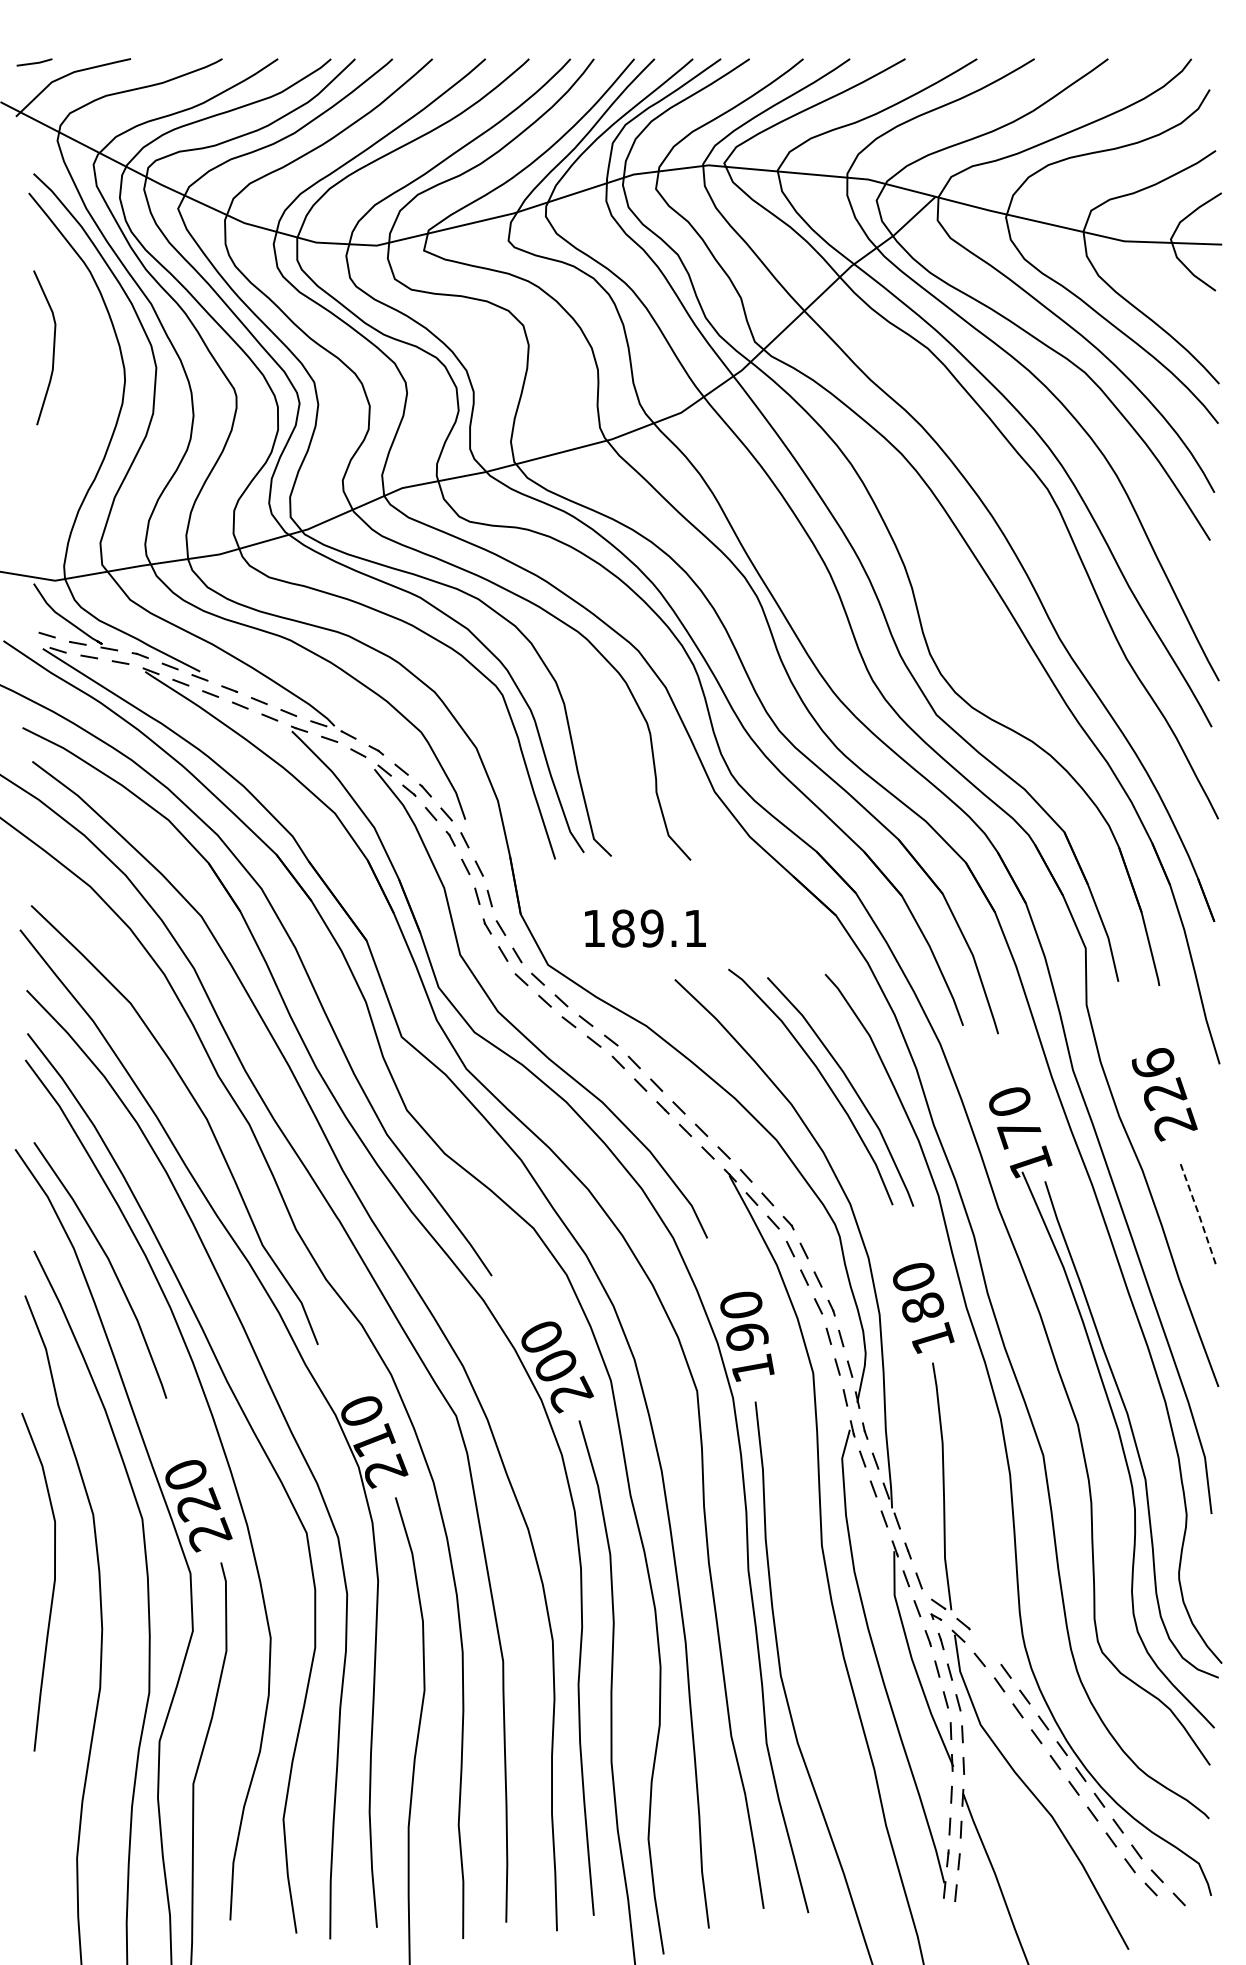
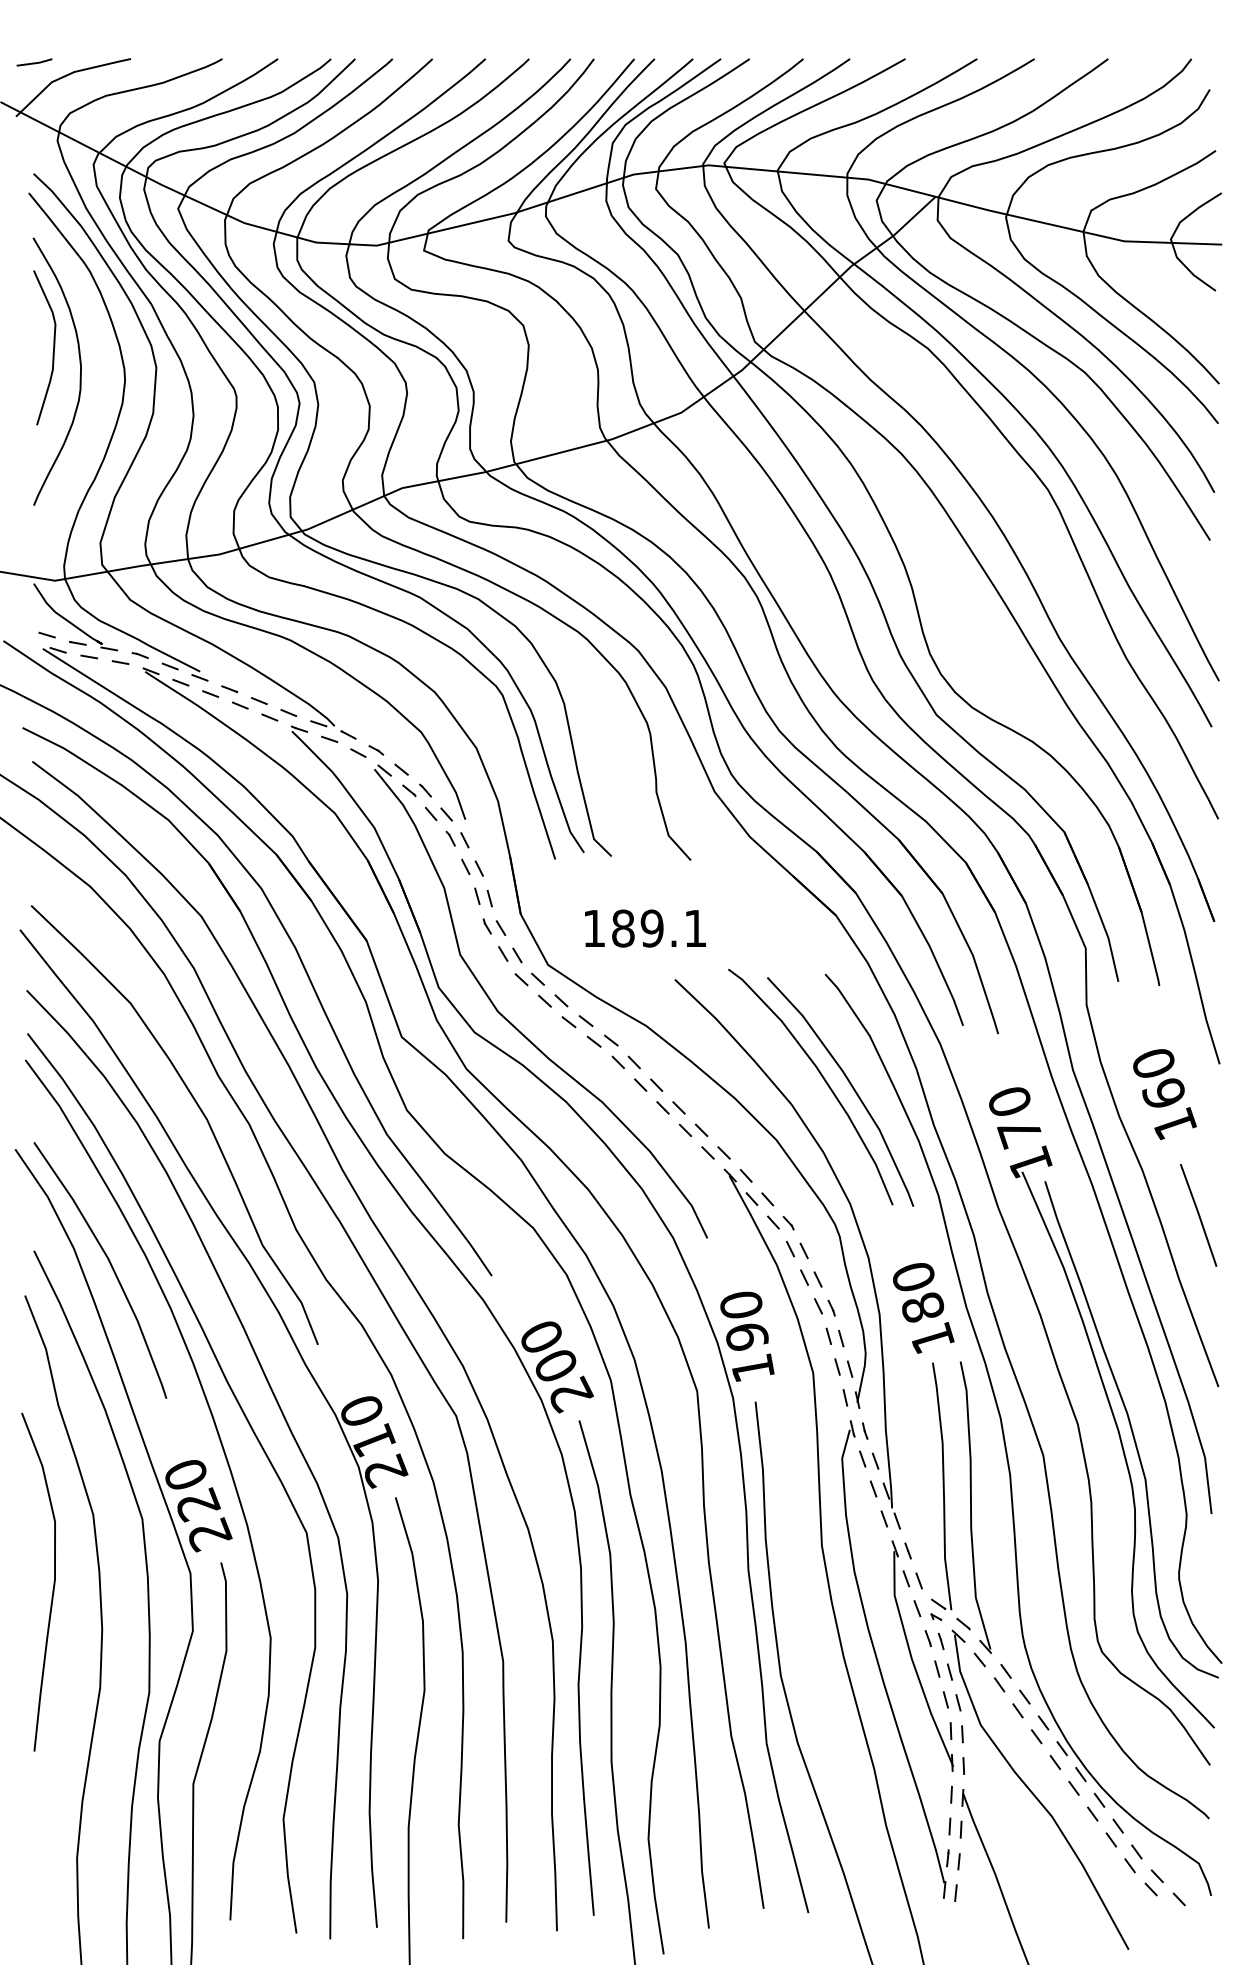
curve at (79, 376): none -> present
text at (1164, 1094): 226 -> 160
line at (1199, 1215): dashed -> solid
part at (975, 1507): none -> present
